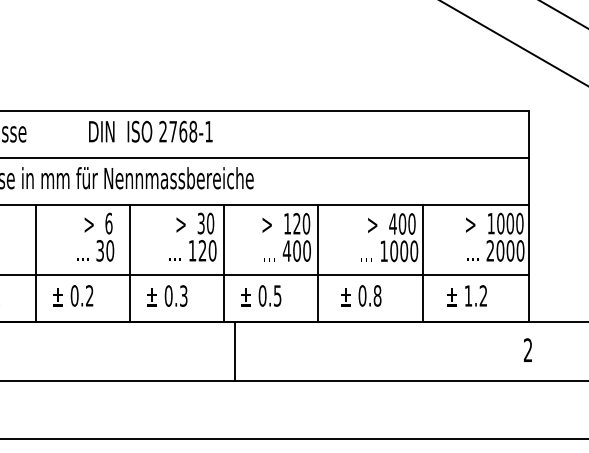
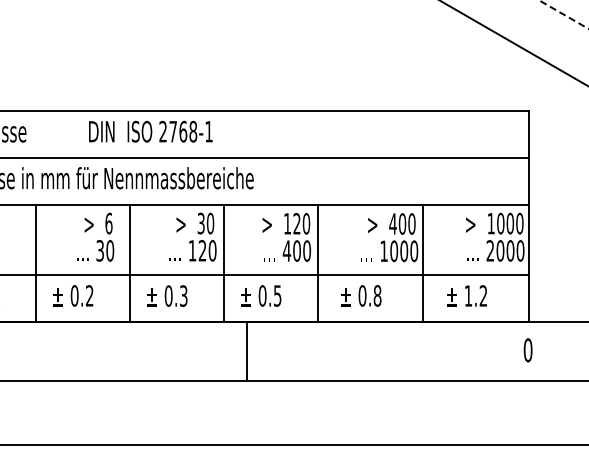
line at (563, 14): solid -> dashed
text at (527, 350): 2 -> 0
line at (235, 351) position: (235, 351) -> (247, 351)
line at (293, 439) position: (293, 439) -> (293, 445)
